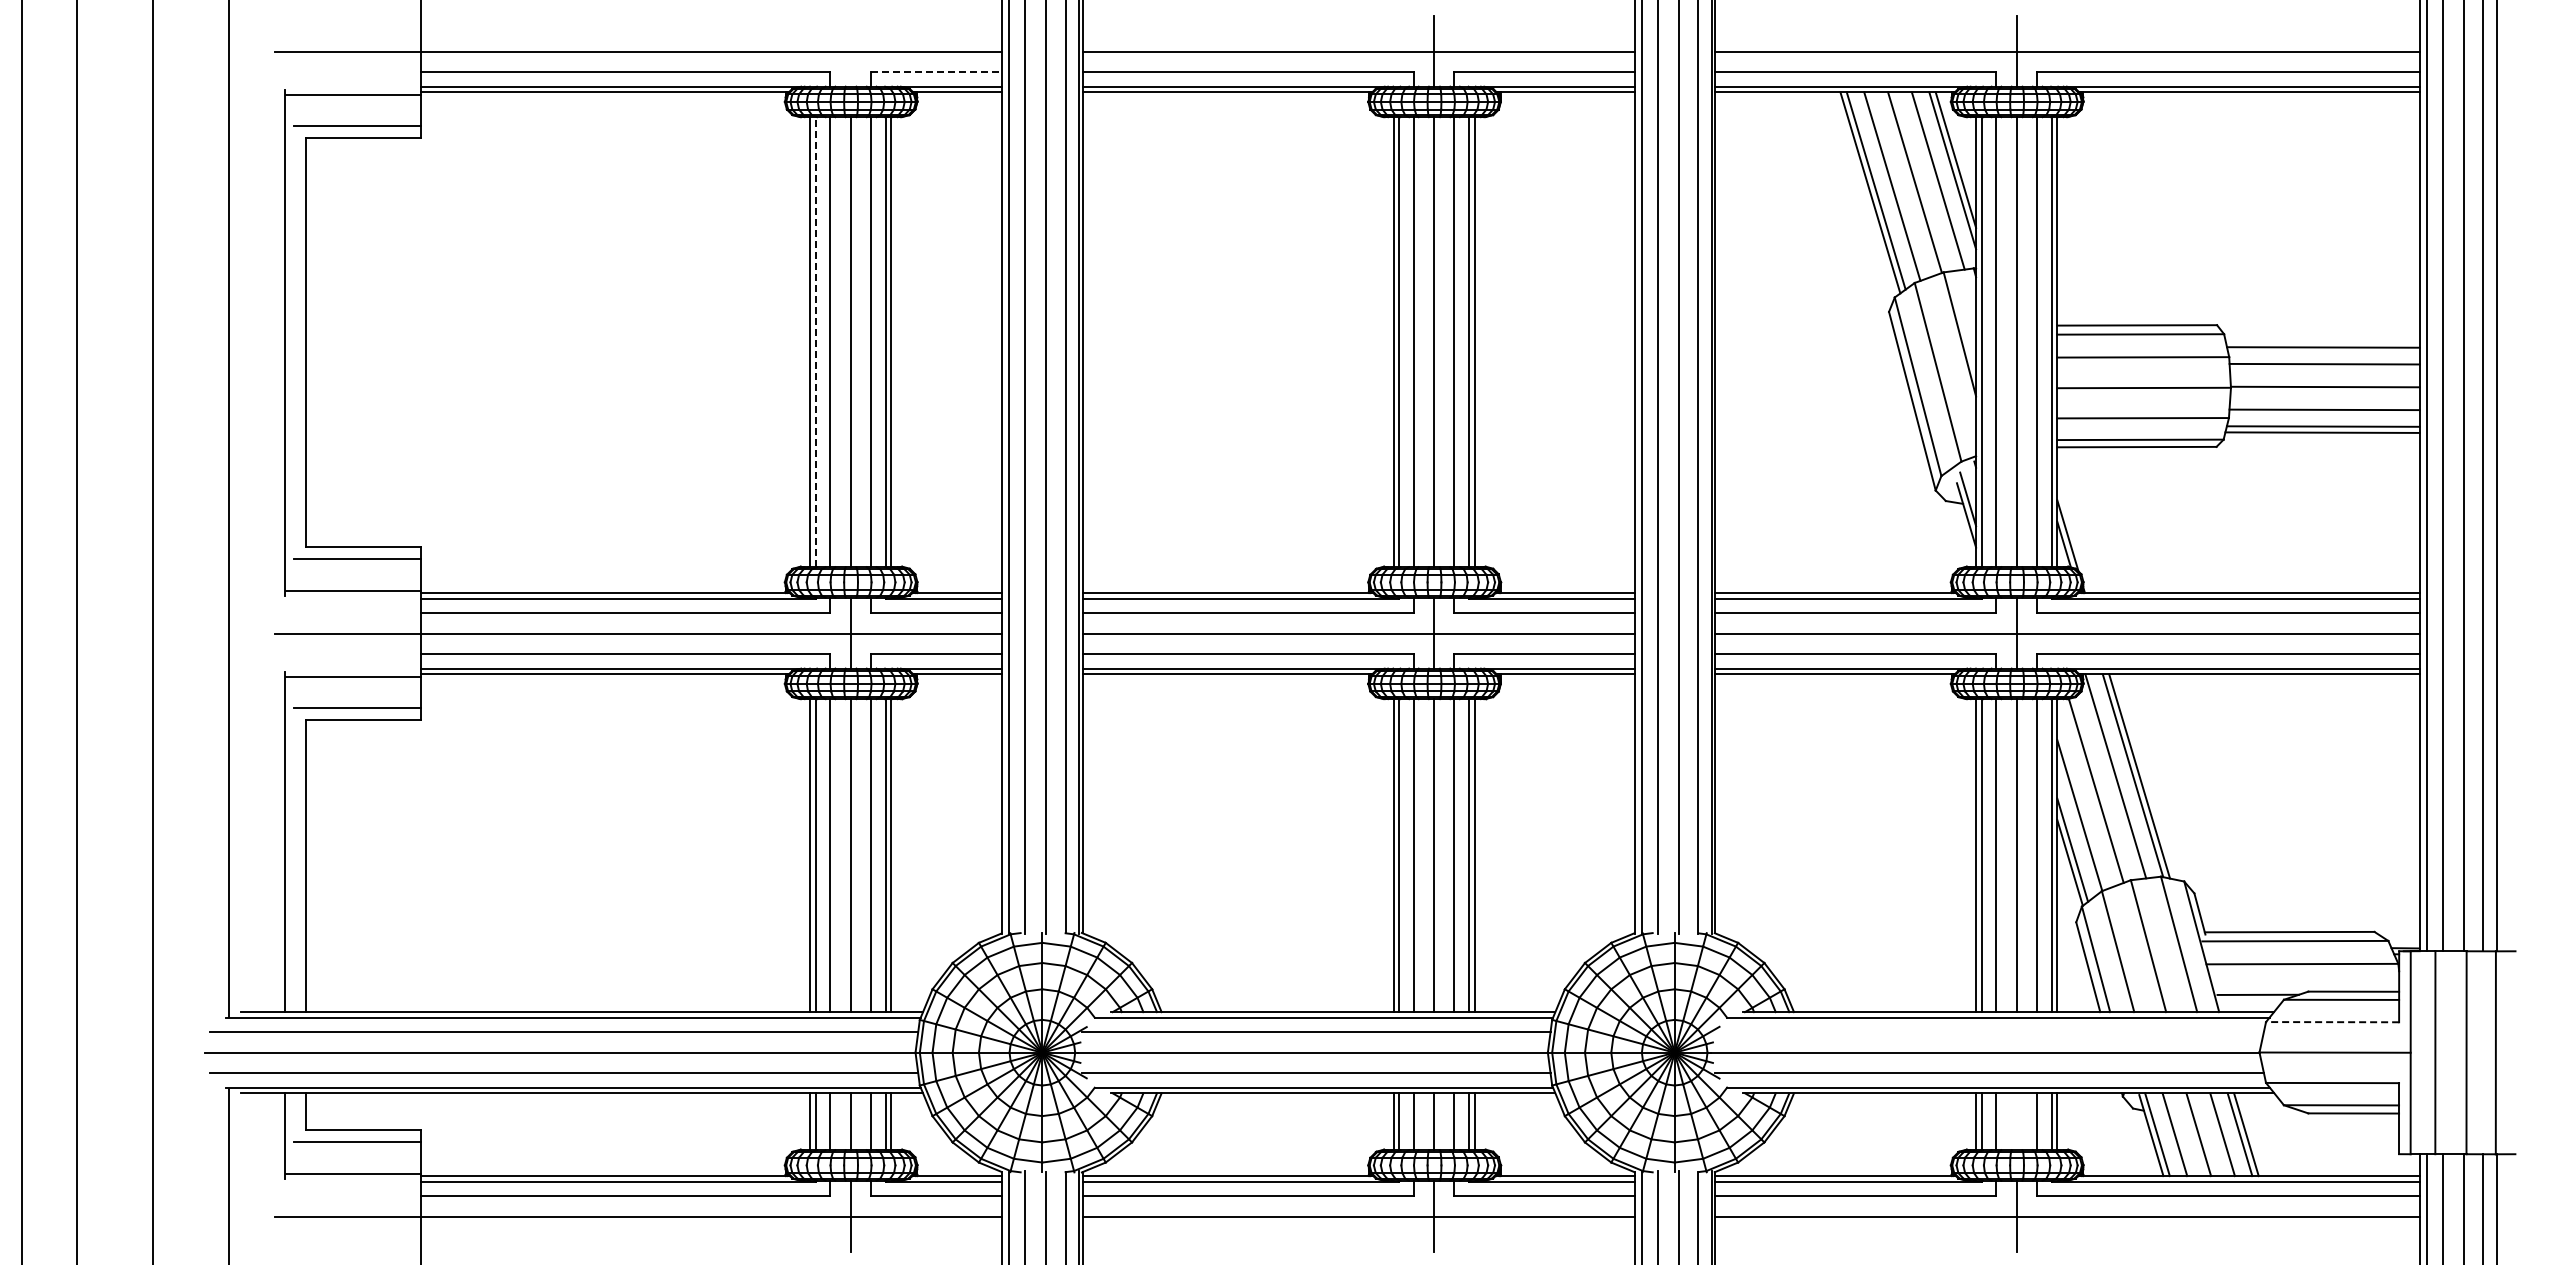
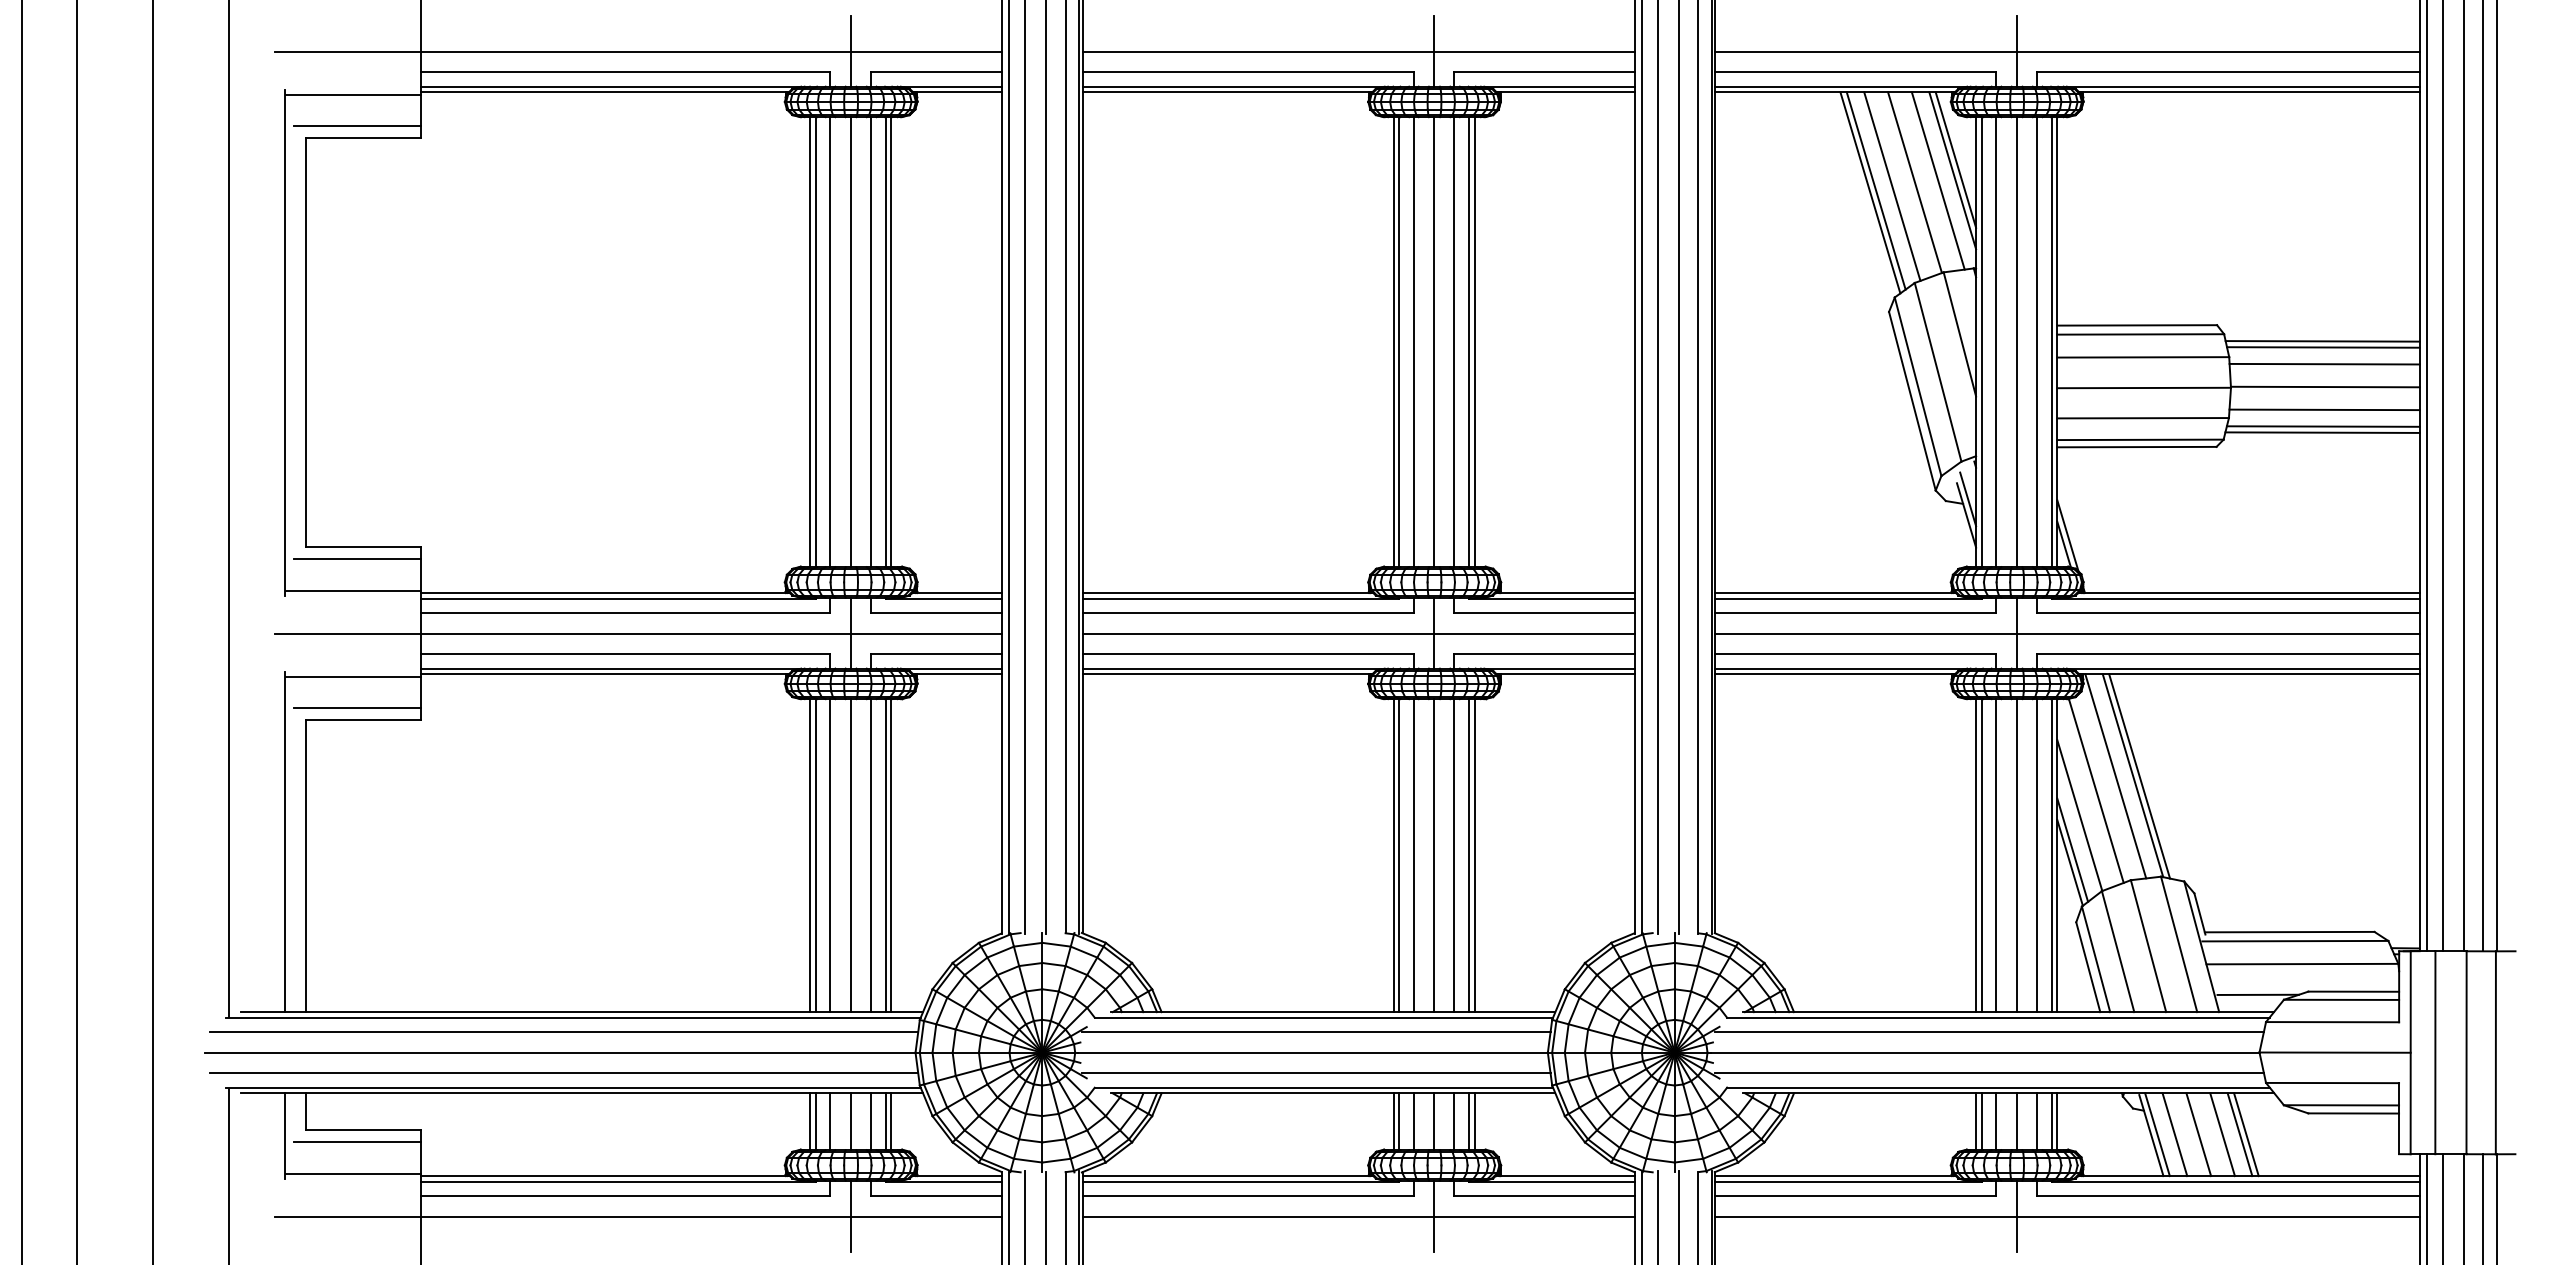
line at (850, 50): none -> present
line at (936, 71): dashed -> solid
line at (815, 341): dashed -> solid
line at (2322, 341): none -> present
line at (2332, 1022): dashed -> solid
line at (1988, 1032): none -> present
line at (2016, 1121): none -> present
